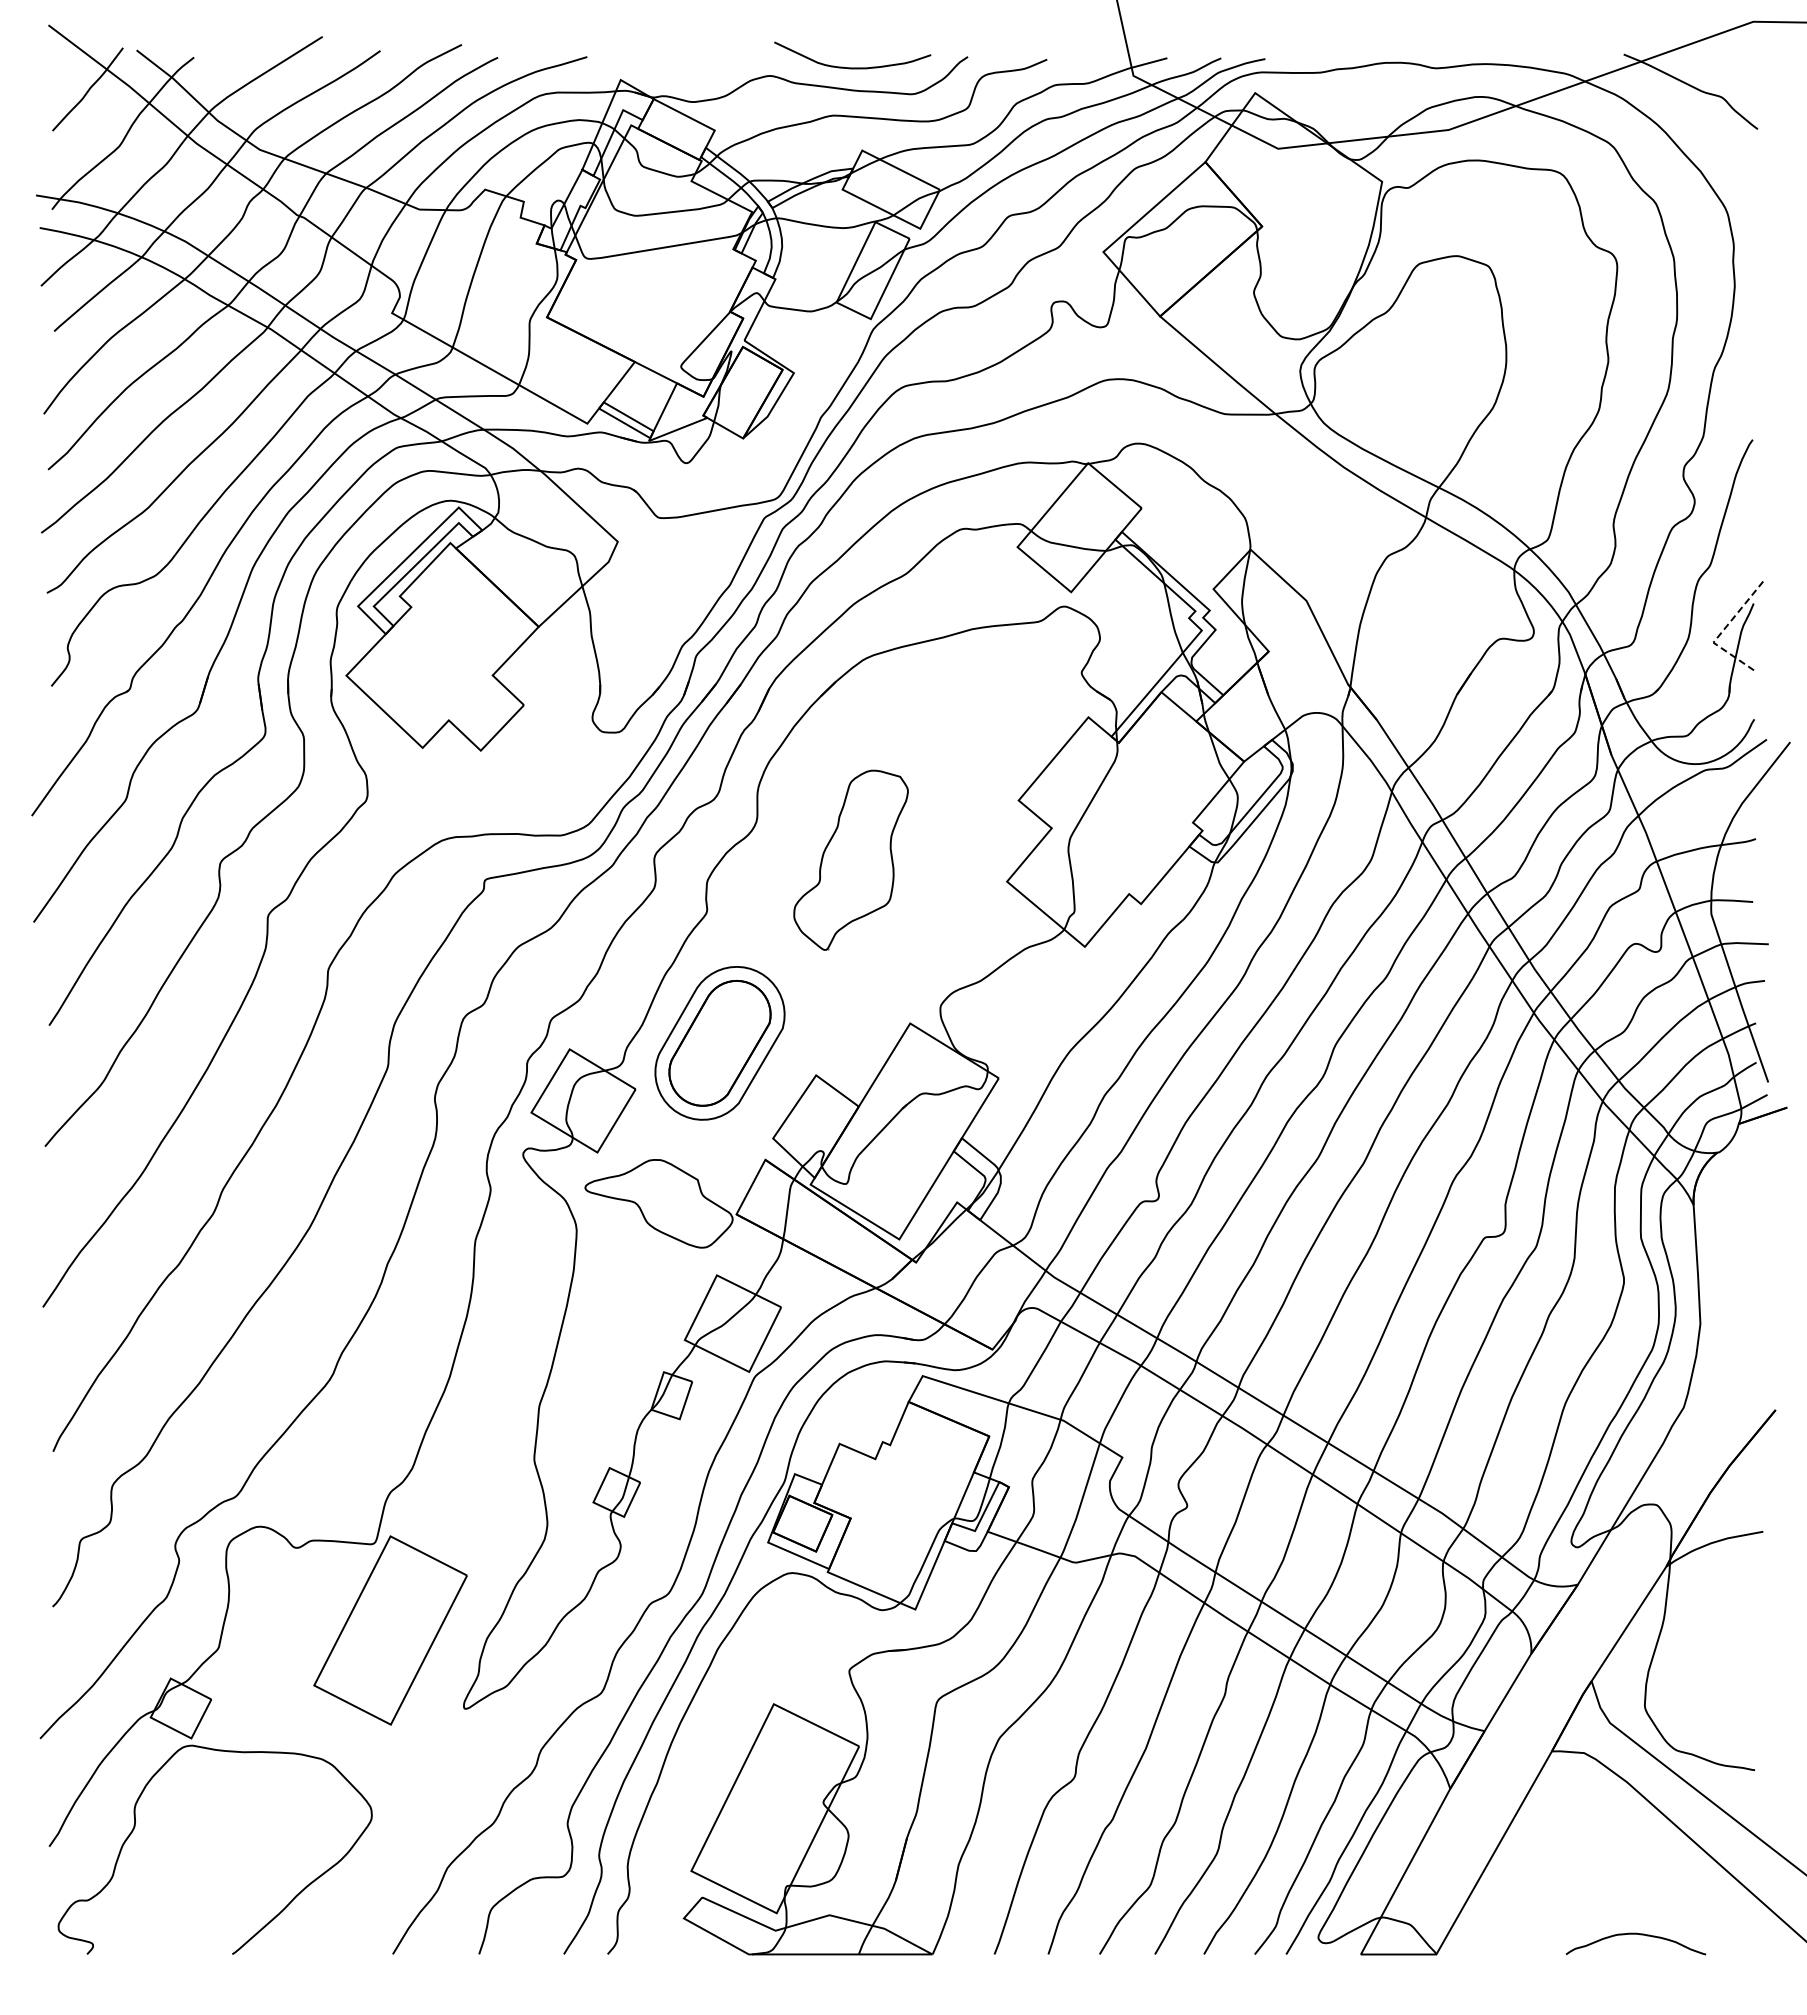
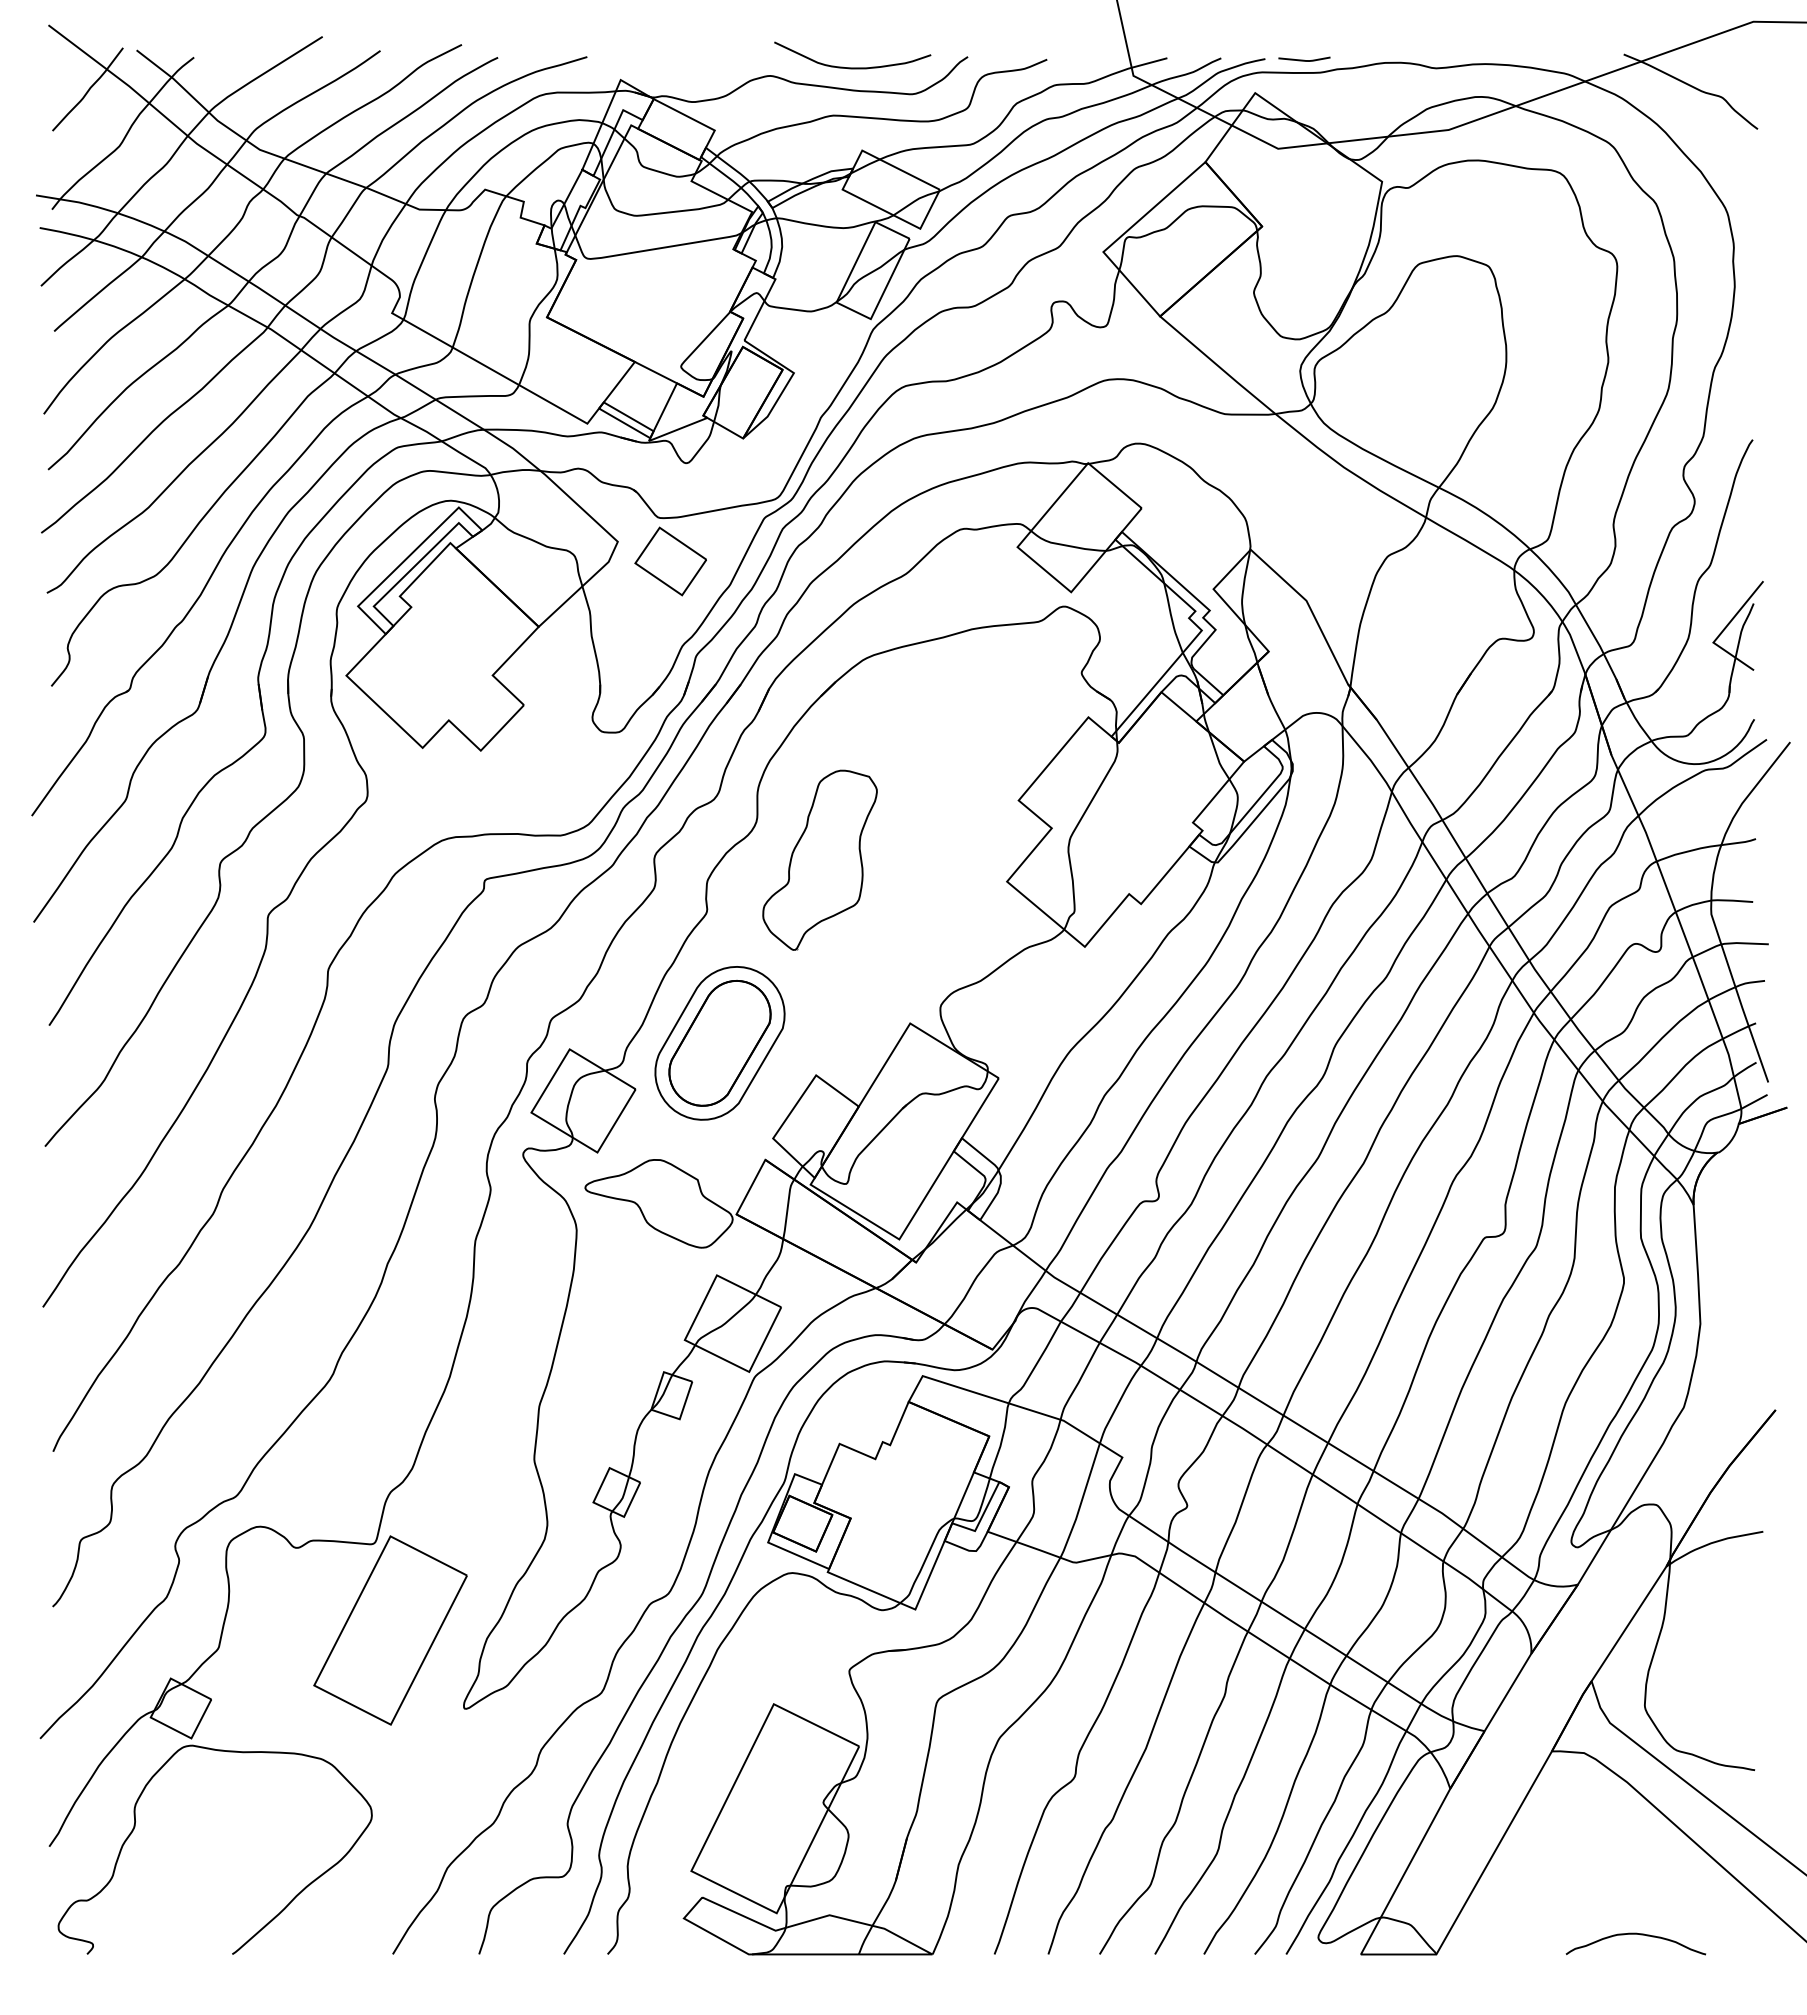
line at (1304, 59): none -> present
part at (670, 561): none -> present
line at (1722, 631): dashed -> solid
part at (850, 859) position: (850, 859) -> (819, 859)
